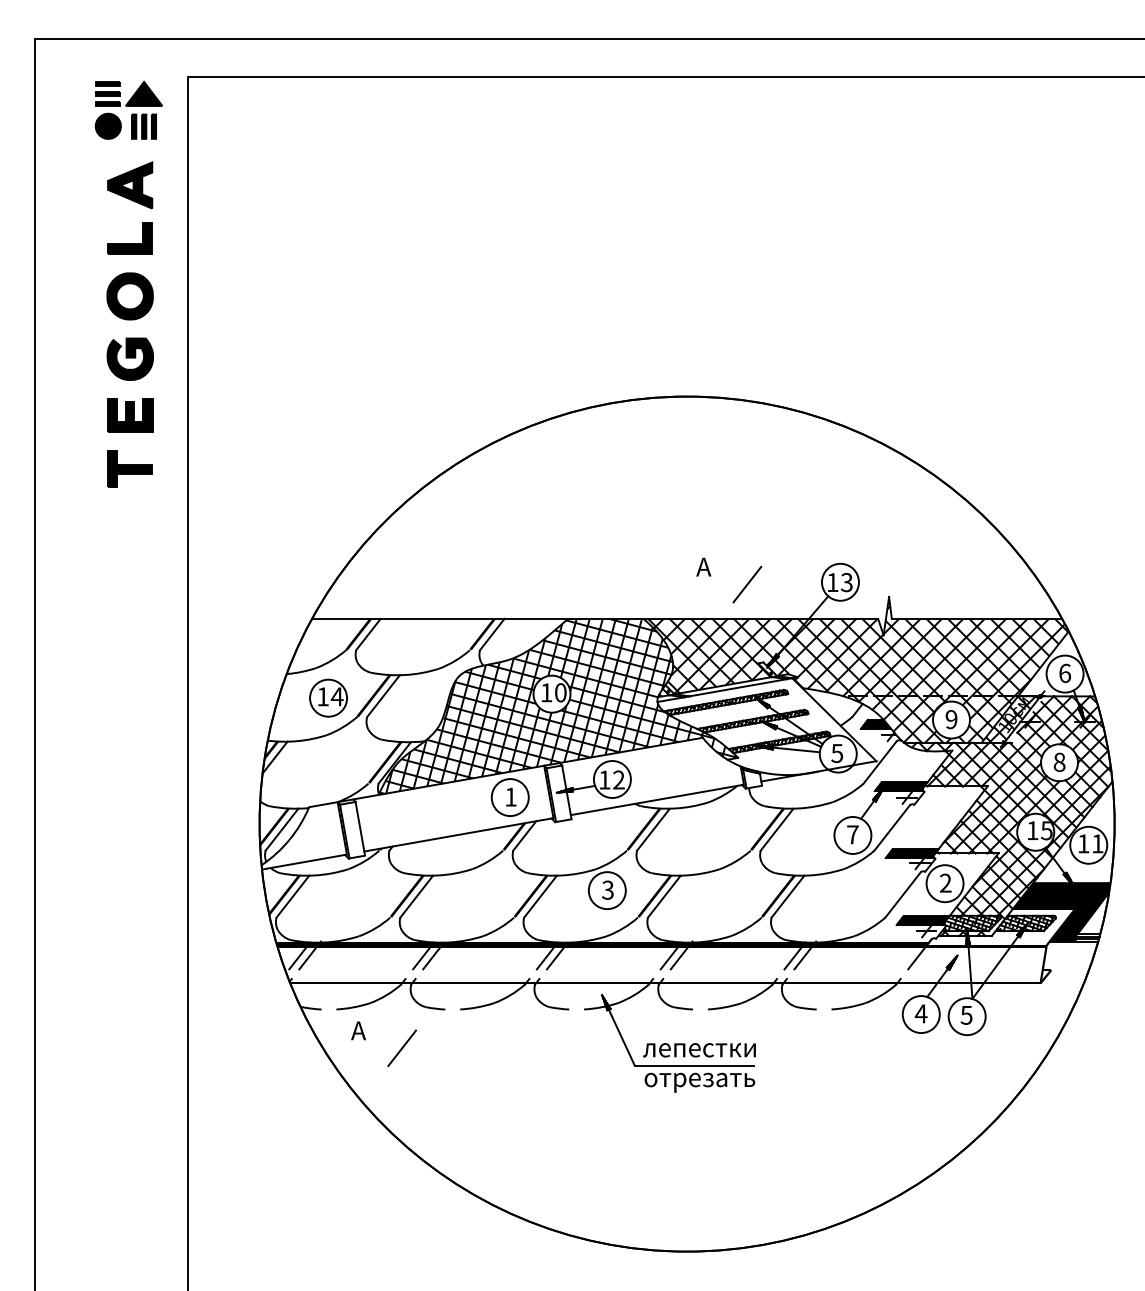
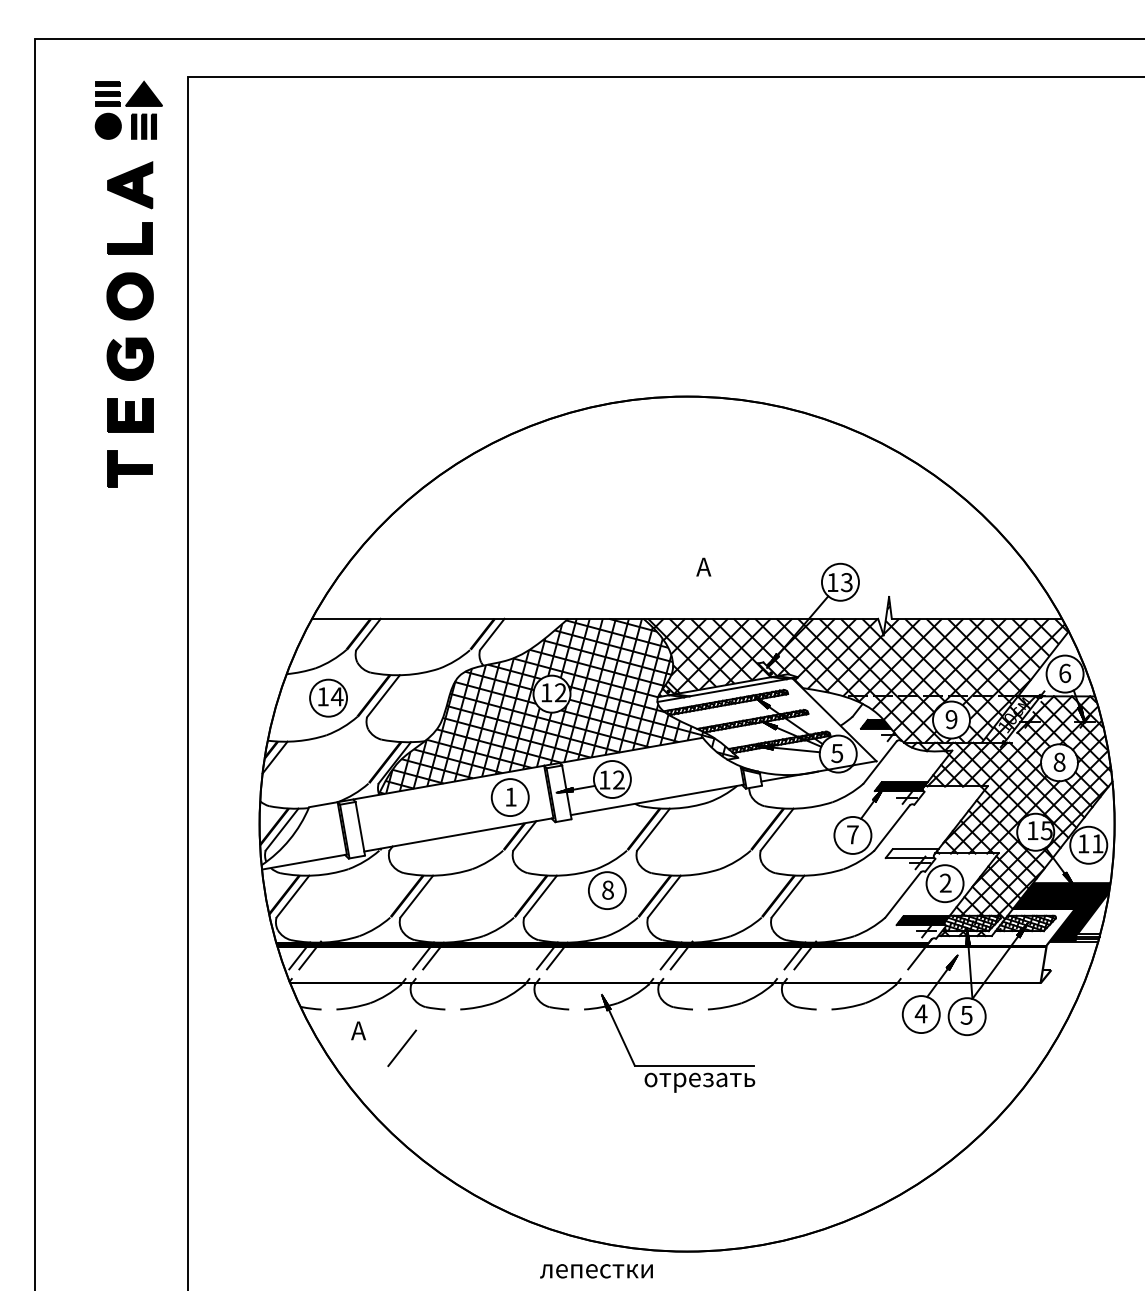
line at (747, 584): present -> none
text at (560, 692): 10 -> 12
hatch at (912, 853): present -> none
text at (607, 889): 3 -> 8
text at (699, 1050) position: (699, 1050) -> (596, 1271)
